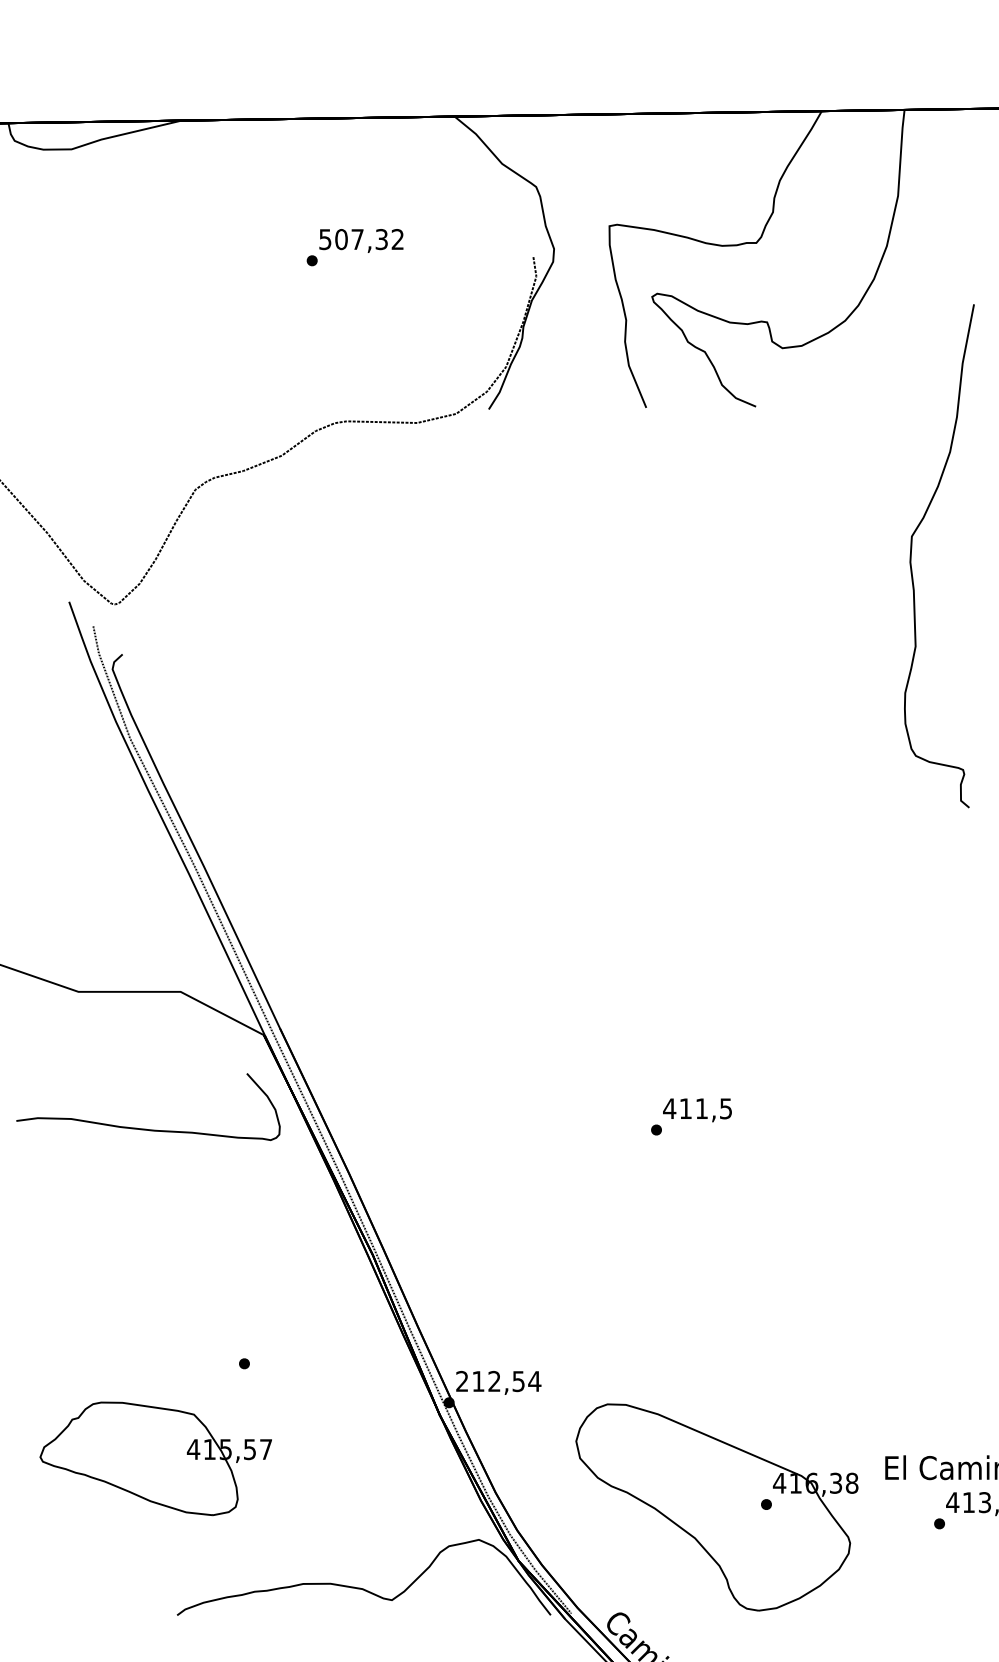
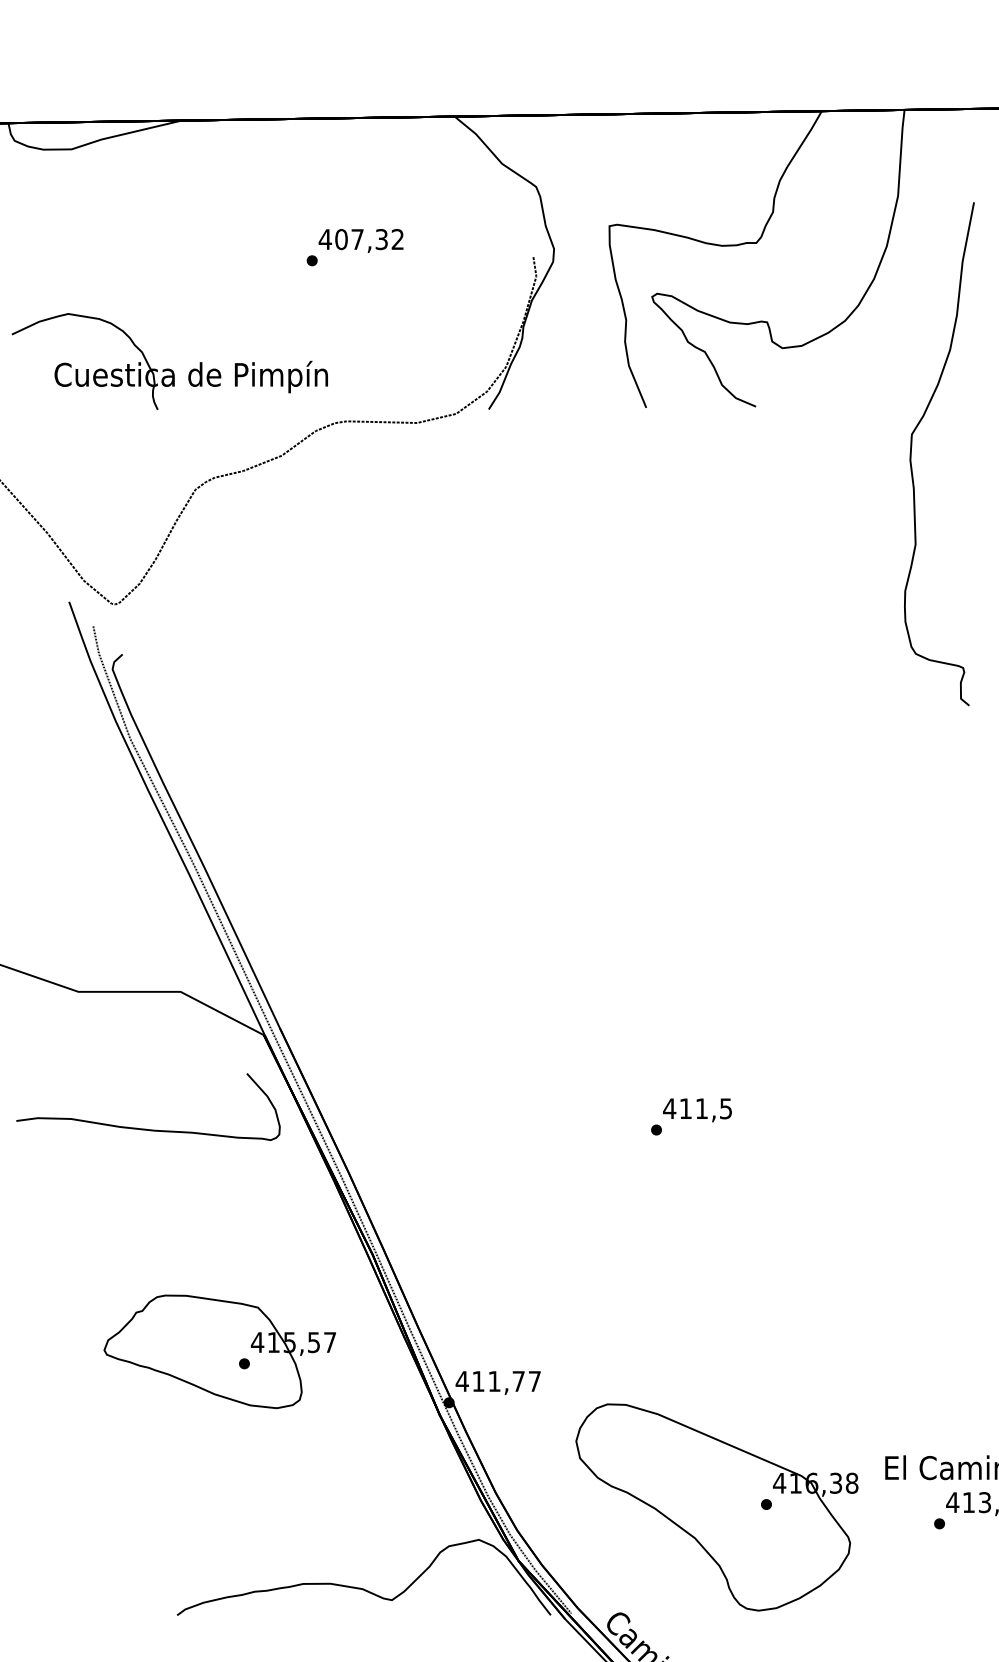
text at (324, 239): 507,32 -> 407,32
part at (169, 368): none -> present
curve at (911, 556) position: (911, 556) -> (911, 454)
text at (498, 1381): 212,54 -> 411,77
part at (155, 1458) position: (155, 1458) -> (219, 1351)
